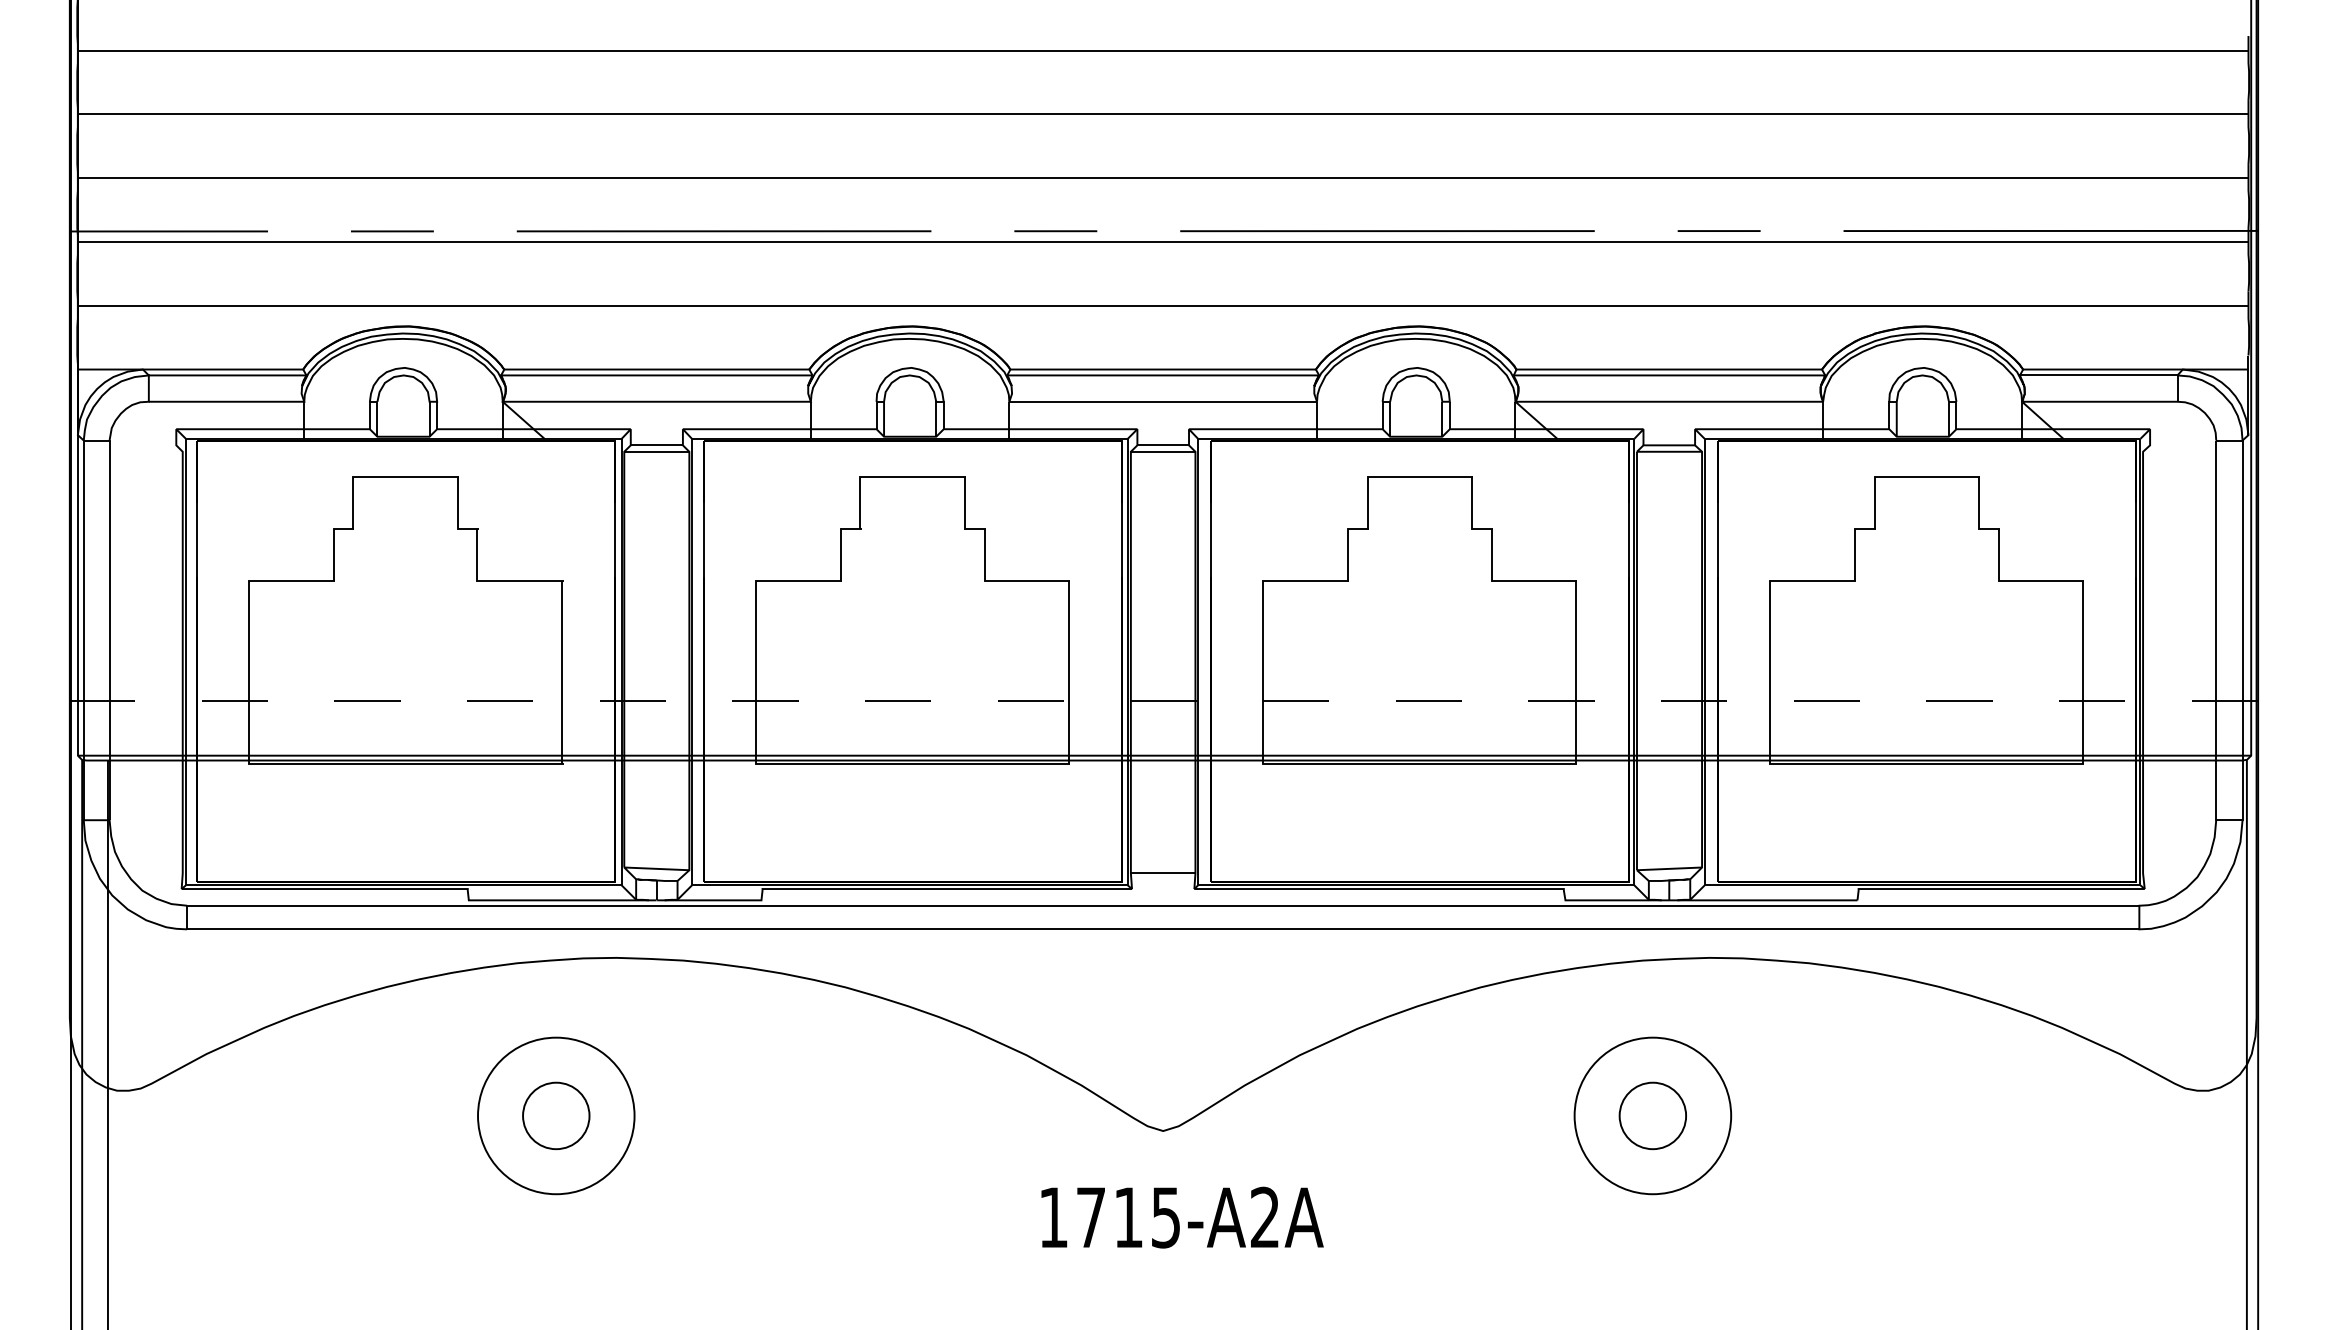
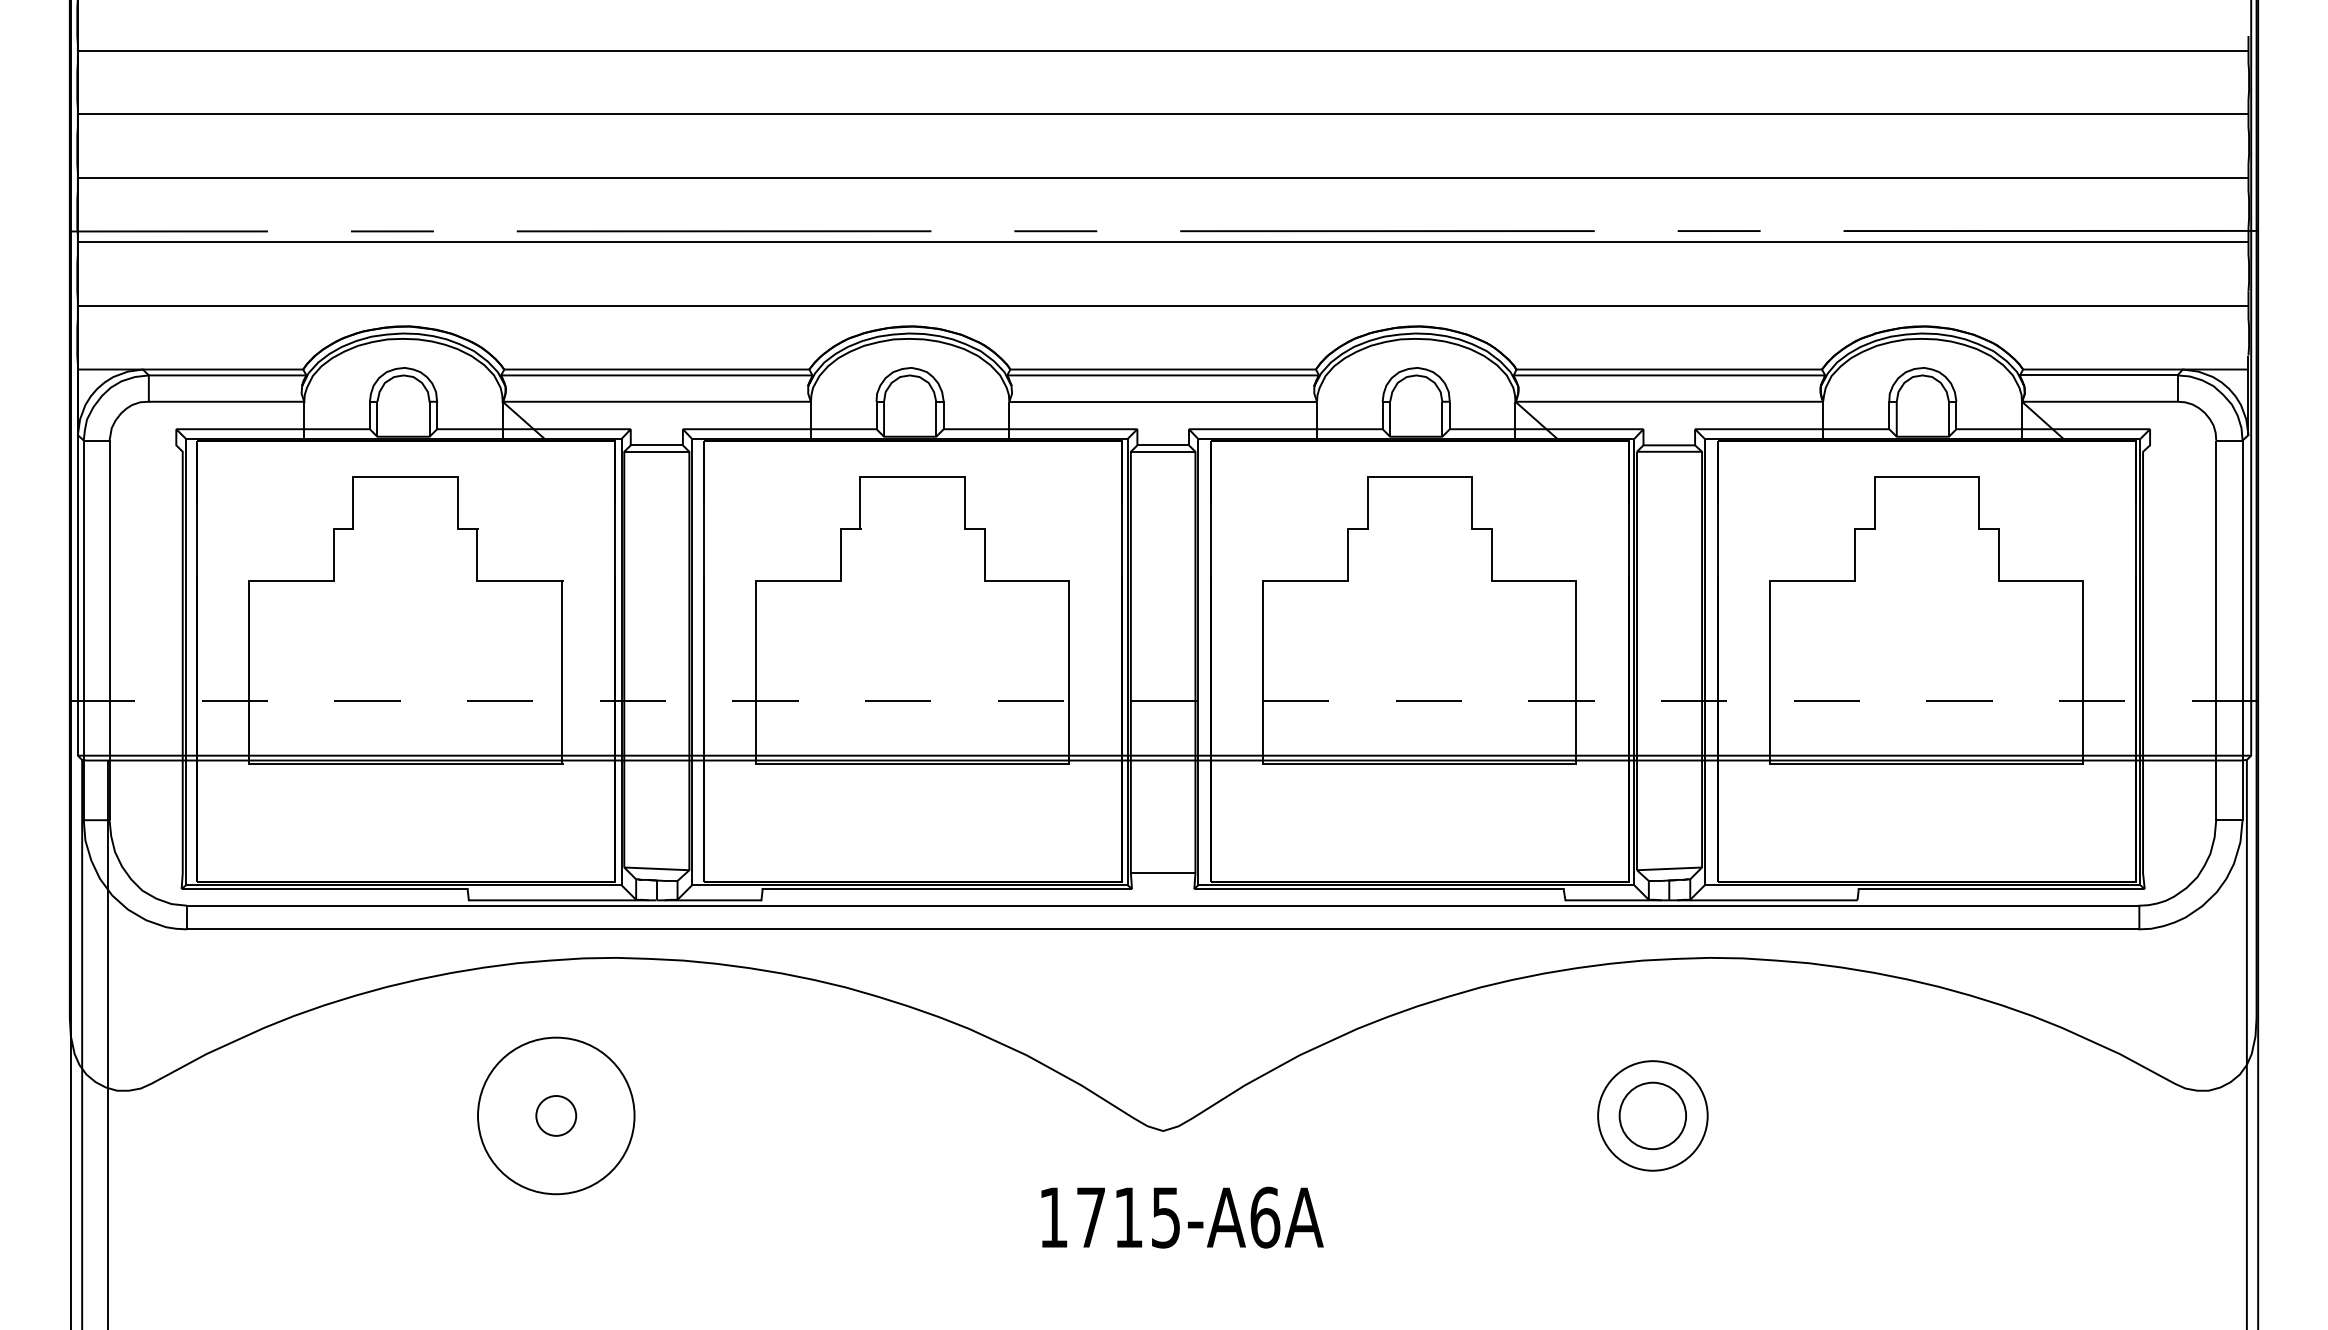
circle at (556, 1115) diameter: 66 px -> 40 px
circle at (1652, 1115) diameter: 157 px -> 110 px
text at (1265, 1217): 1715-A2A -> 1715-A6A
